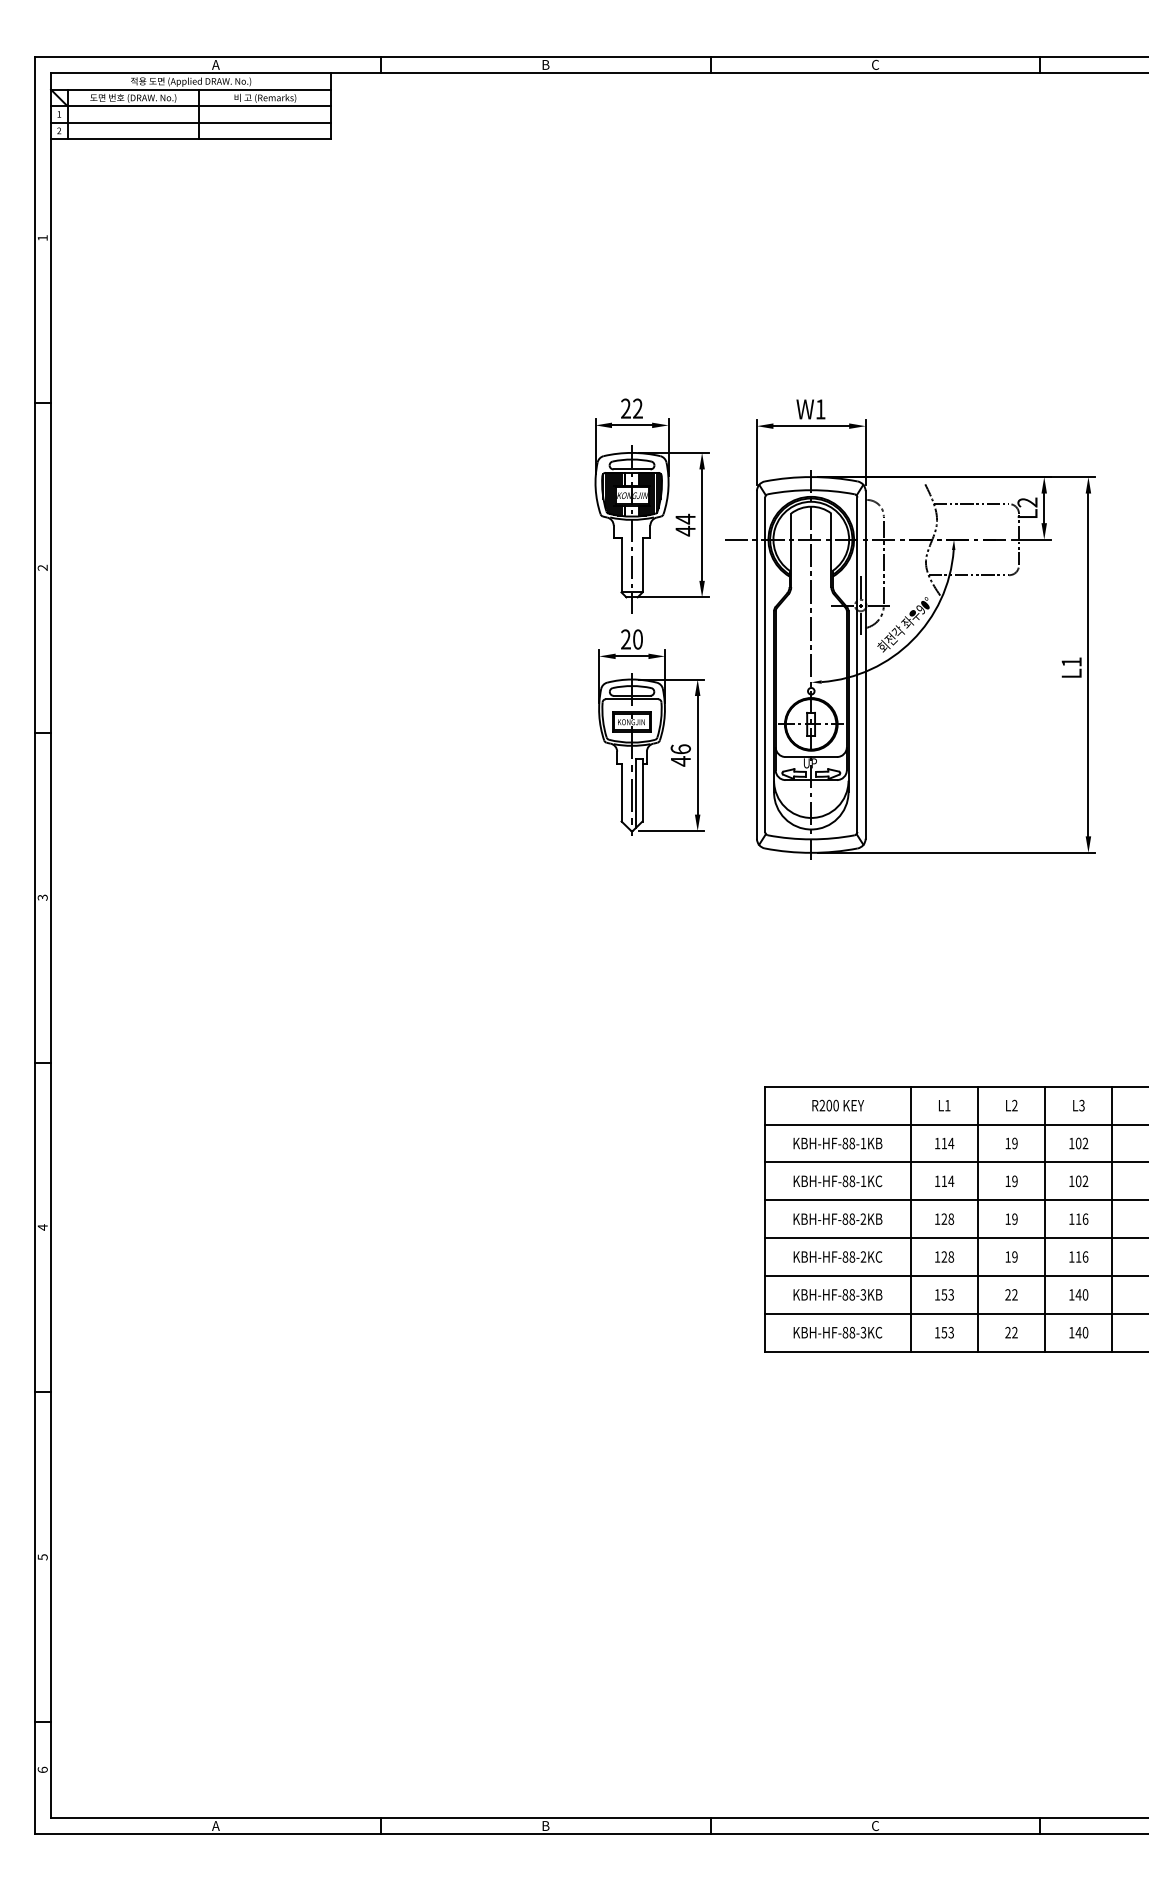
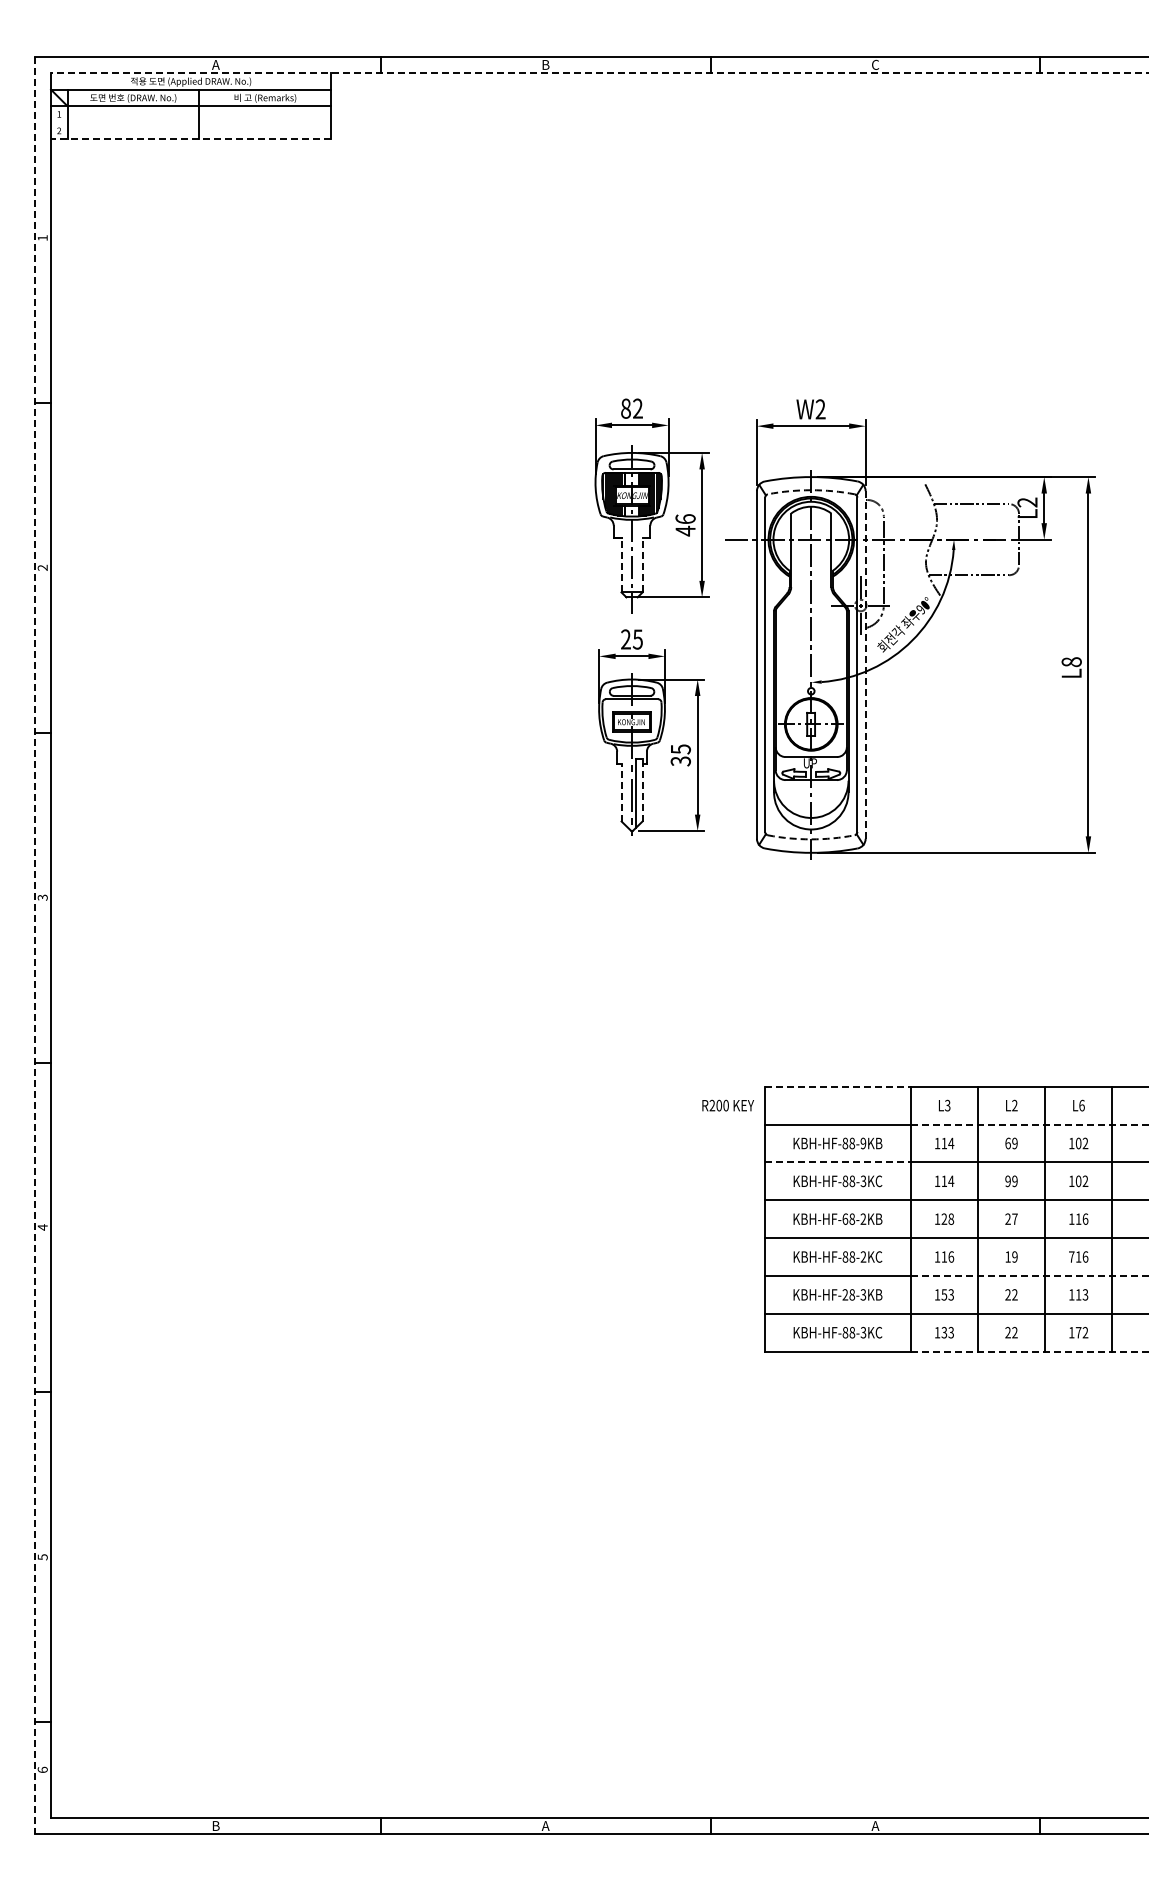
line at (599, 73): solid -> dashed
line at (191, 122): present -> none
line at (190, 139): solid -> dashed
text at (625, 408): 22 -> 82
text at (820, 409): W1 -> W2
arc at (811, 490): solid -> dashed
text at (685, 518): 44 -> 46
line at (621, 564): solid -> dashed
line at (642, 564): solid -> dashed
text at (637, 639): 20 -> 25
text at (1071, 662): L1 -> L8
line at (865, 664): solid -> dashed
text at (680, 755): 46 -> 35
line at (642, 789): solid -> dashed
line at (621, 792): solid -> dashed
arc at (811, 839): solid -> dashed
line at (34, 945): solid -> dashed
line at (838, 1086): solid -> dashed
text at (837, 1105) position: (837, 1105) -> (727, 1105)
text at (947, 1105): L1 -> L3
text at (1081, 1105): L3 -> L6
line at (1029, 1124): solid -> dashed
text at (863, 1143): KBH-HF-88-1KB -> KBH-HF-88-9KB
text at (1007, 1143): 19 -> 69
line at (838, 1162): solid -> dashed
text at (863, 1181): KBH-HF-88-1KC -> KBH-HF-88-3KC
text at (1007, 1181): 19 -> 99
text at (845, 1218): KBH-HF-88-2KB -> KBH-HF-68-2KB
text at (1011, 1218): 19 -> 27
text at (947, 1256): 128 -> 116
text at (1071, 1256): 116 -> 716
line at (1029, 1275): solid -> dashed
text at (845, 1294): KBH-HF-88-3KB -> KBH-HF-28-3KB
text at (1081, 1294): 140 -> 113
text at (944, 1331): 153 -> 133
text at (1081, 1332): 140 -> 172
line at (1029, 1351): solid -> dashed
text at (215, 1825): A -> B
text at (545, 1825): B -> A
text at (875, 1826): C -> A
